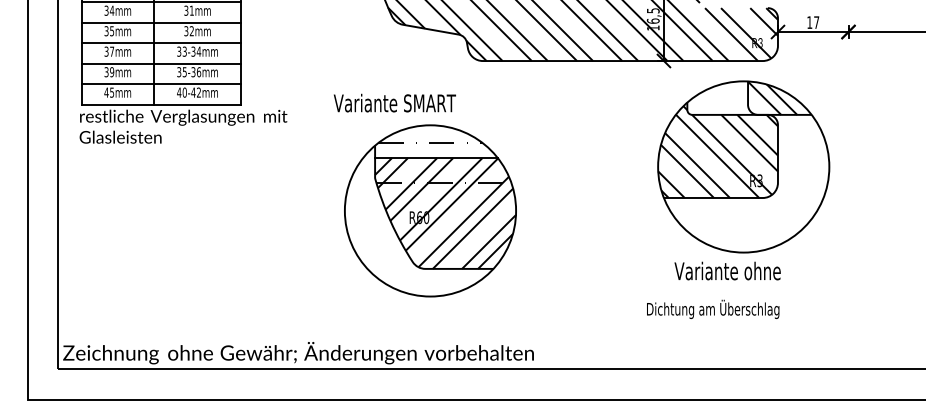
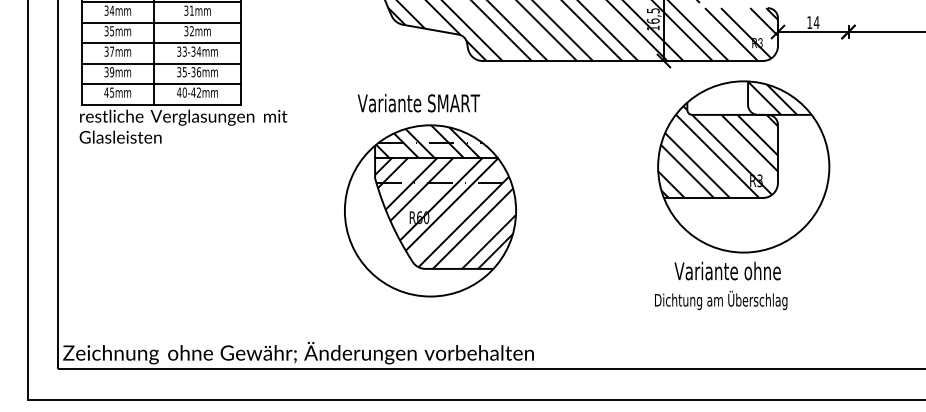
text at (816, 22): 17 -> 14
text at (394, 102) position: (394, 102) -> (418, 102)
hatch at (427, 141): none -> present
text at (713, 308) position: (713, 308) -> (721, 299)
